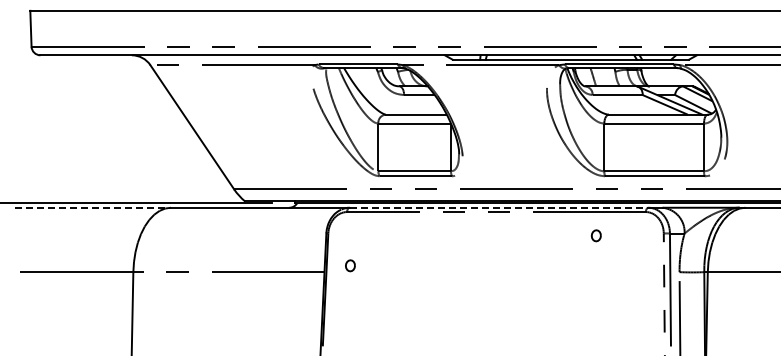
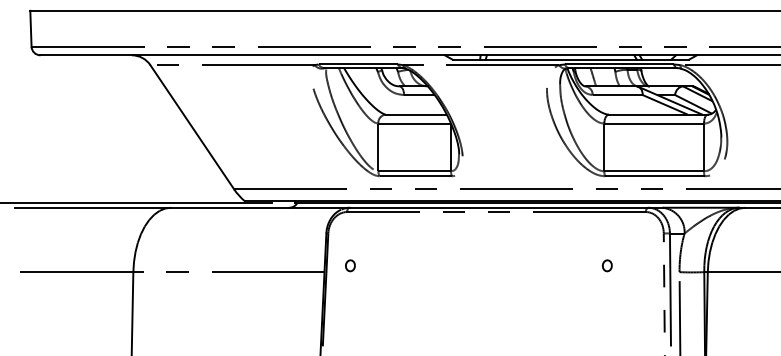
line at (93, 207): dashed -> solid
line at (499, 207): dashed -> solid
part at (595, 235) position: (595, 235) -> (606, 265)
